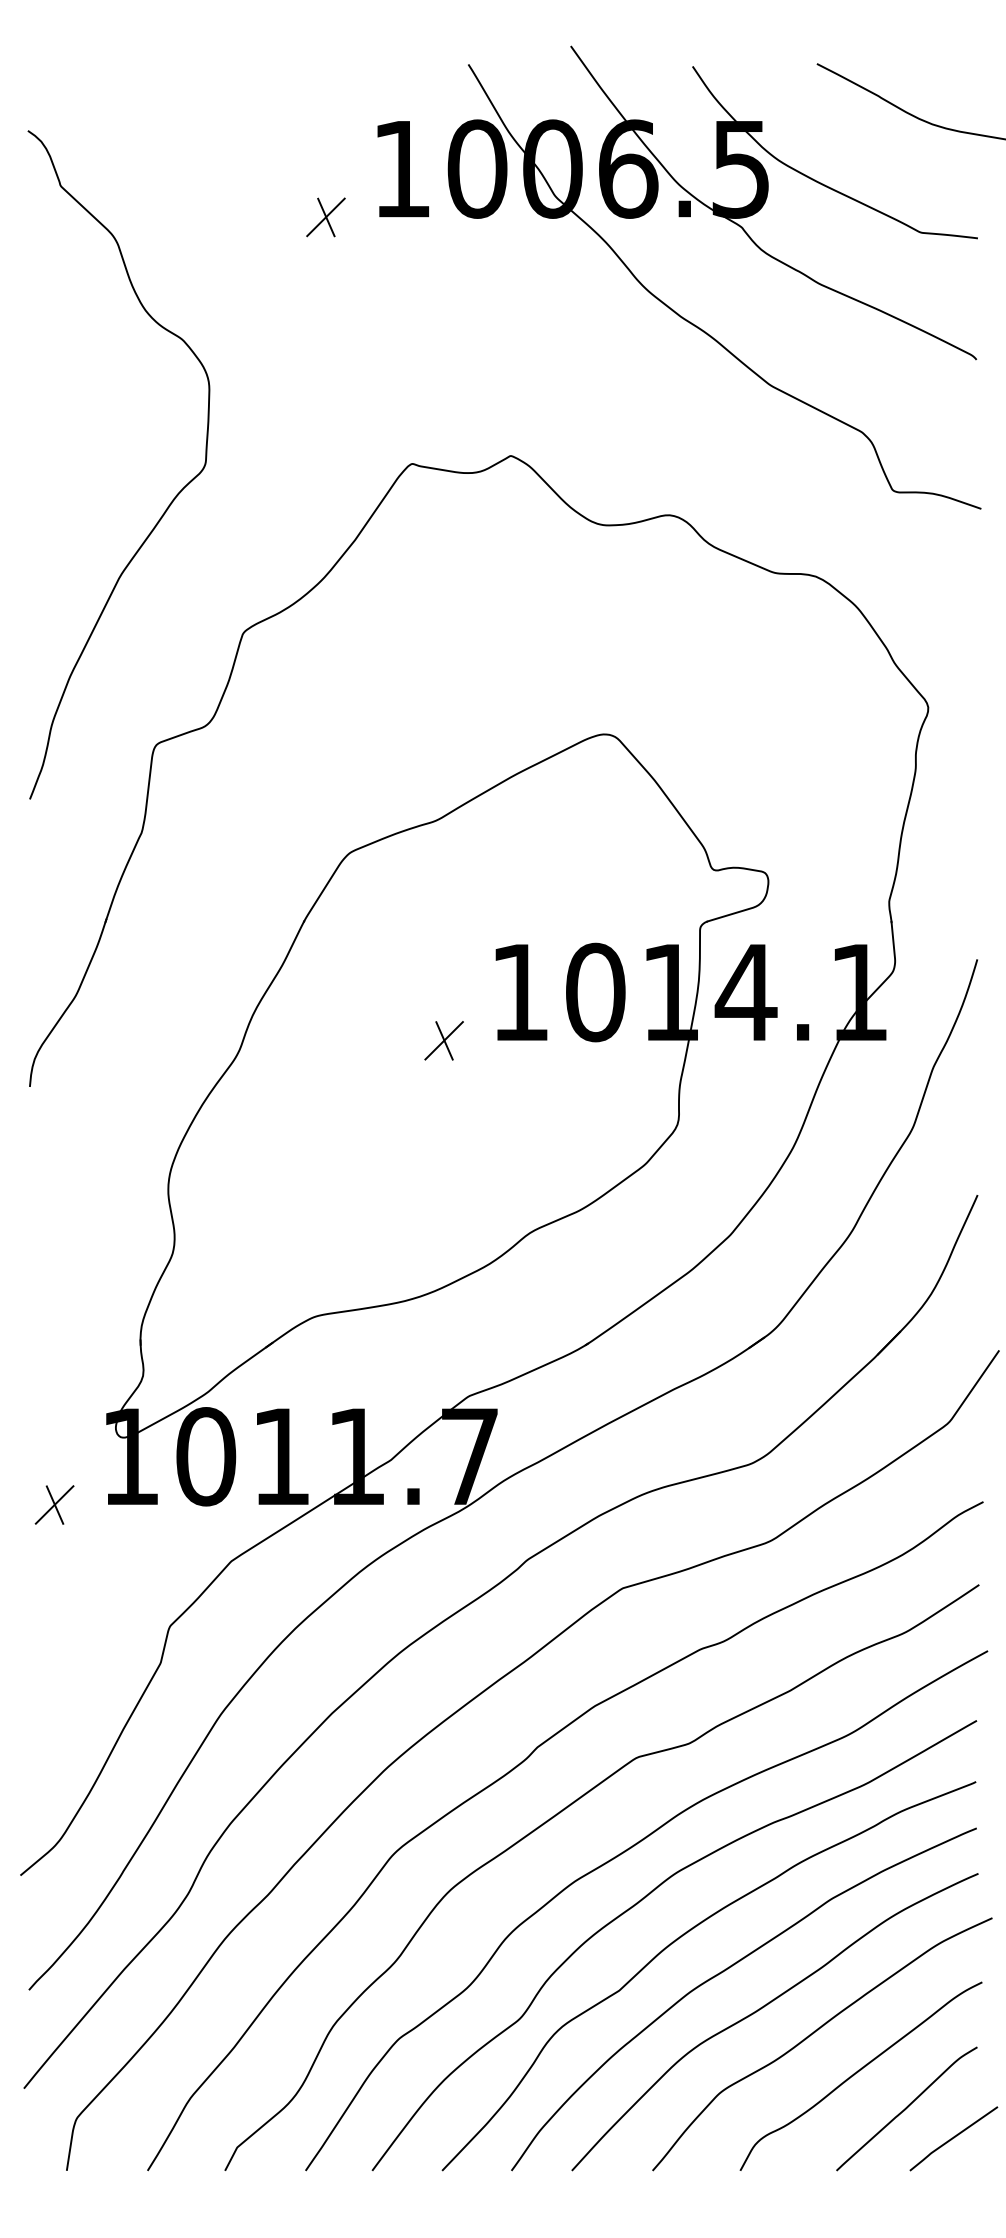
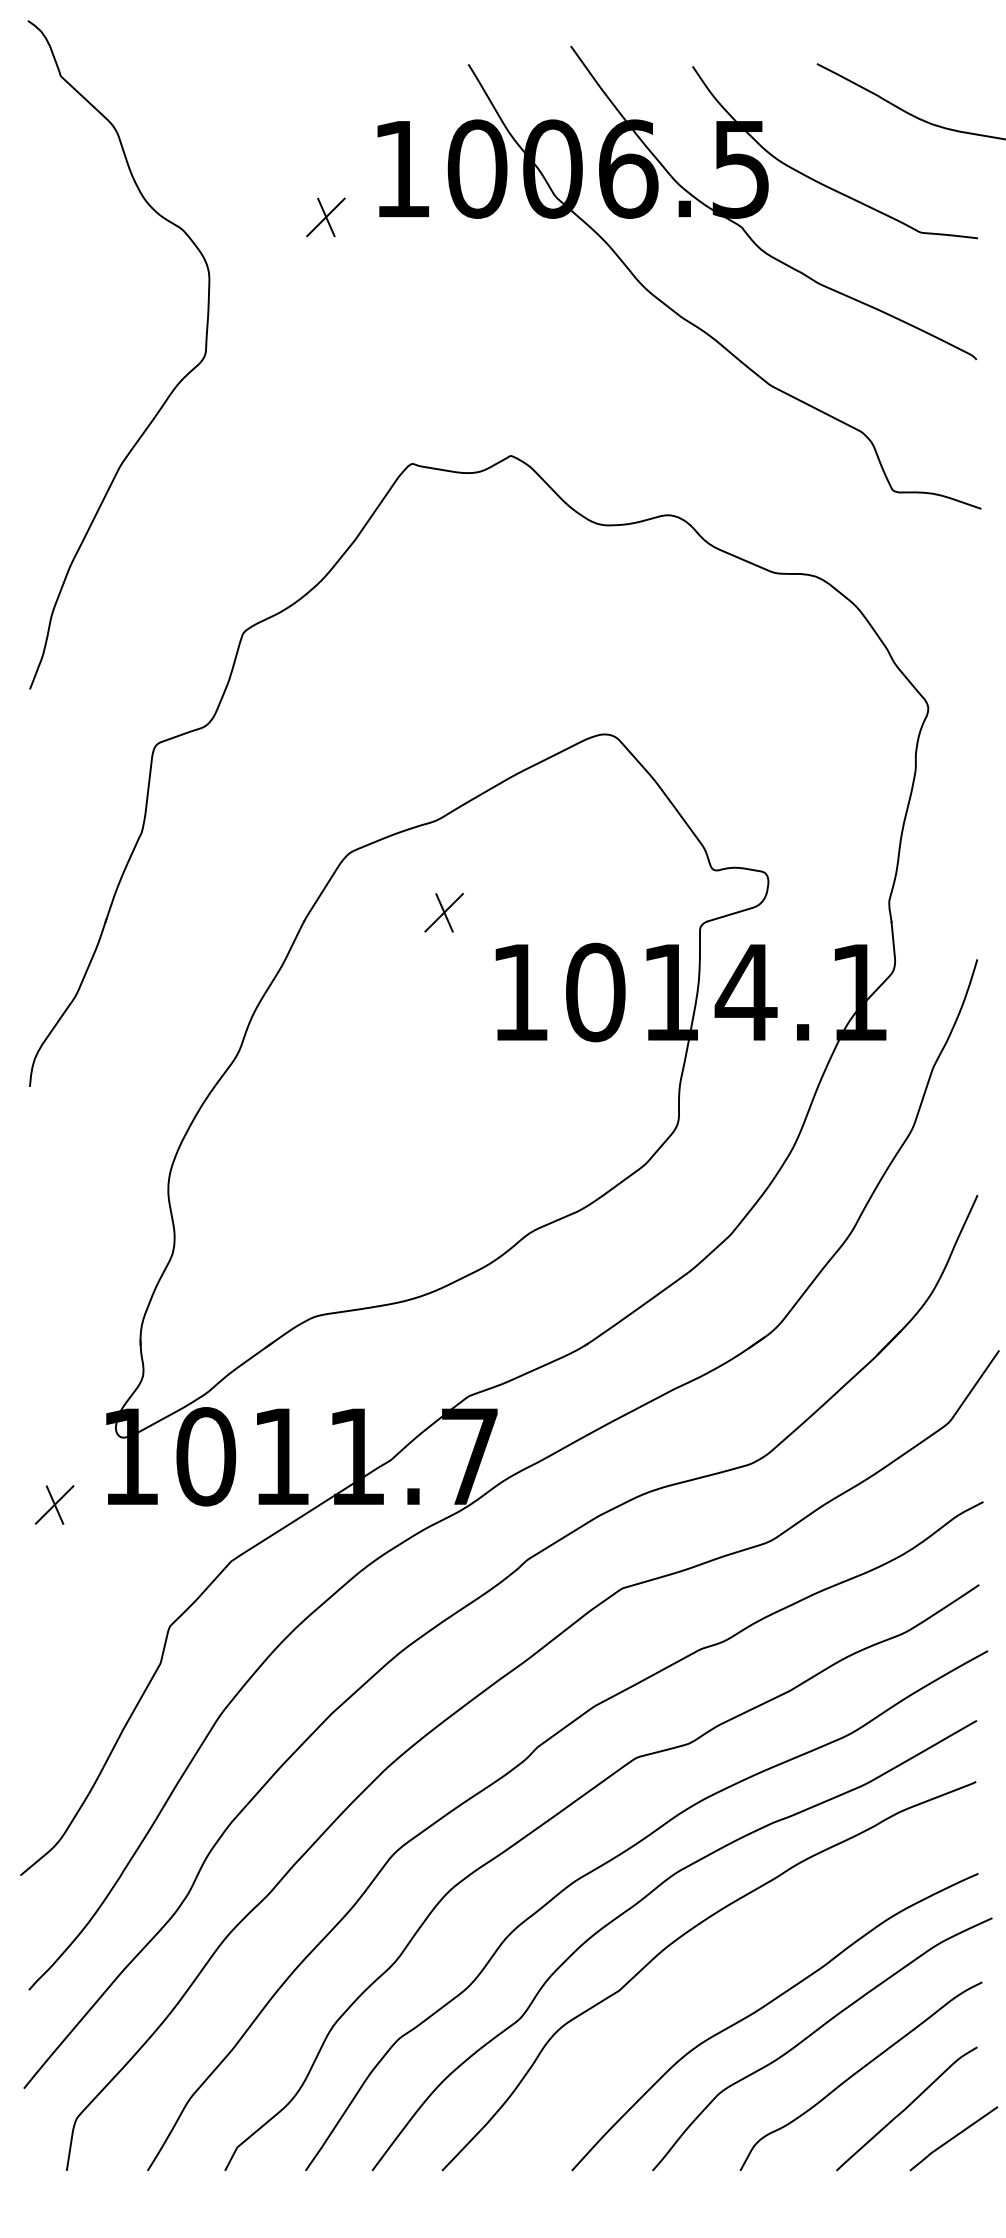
curve at (172, 499) position: (172, 499) -> (172, 389)
part at (443, 1040) position: (443, 1040) -> (443, 912)
curve at (728, 1969): present -> none
